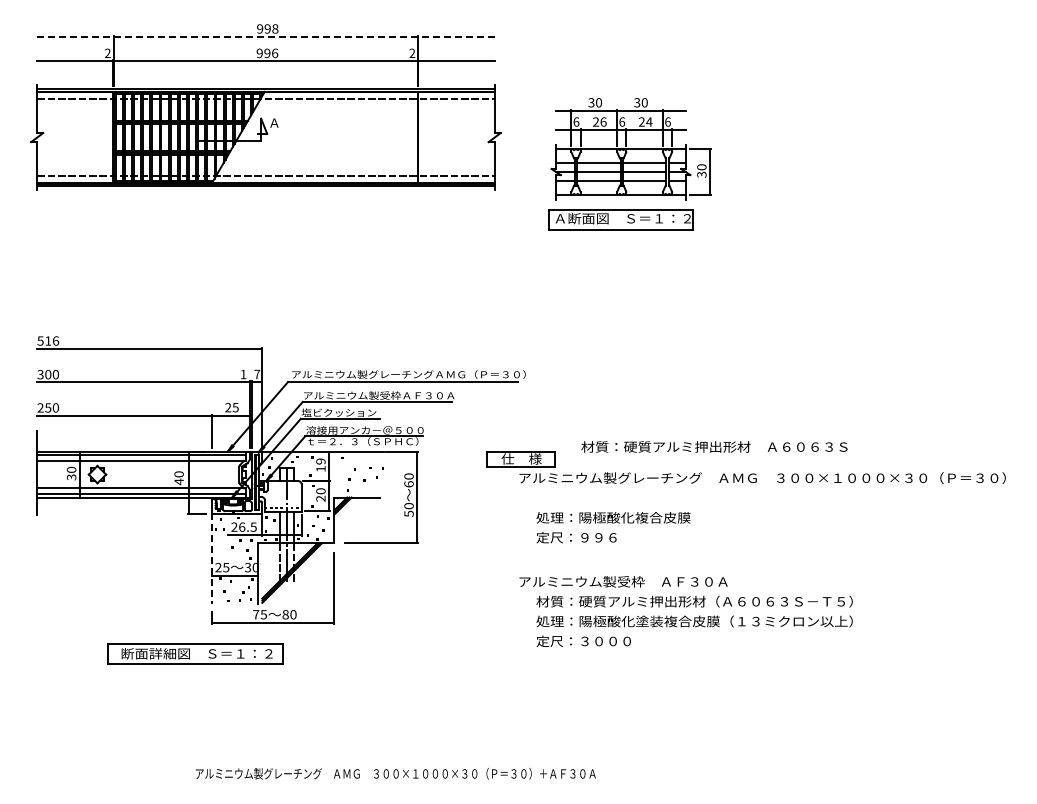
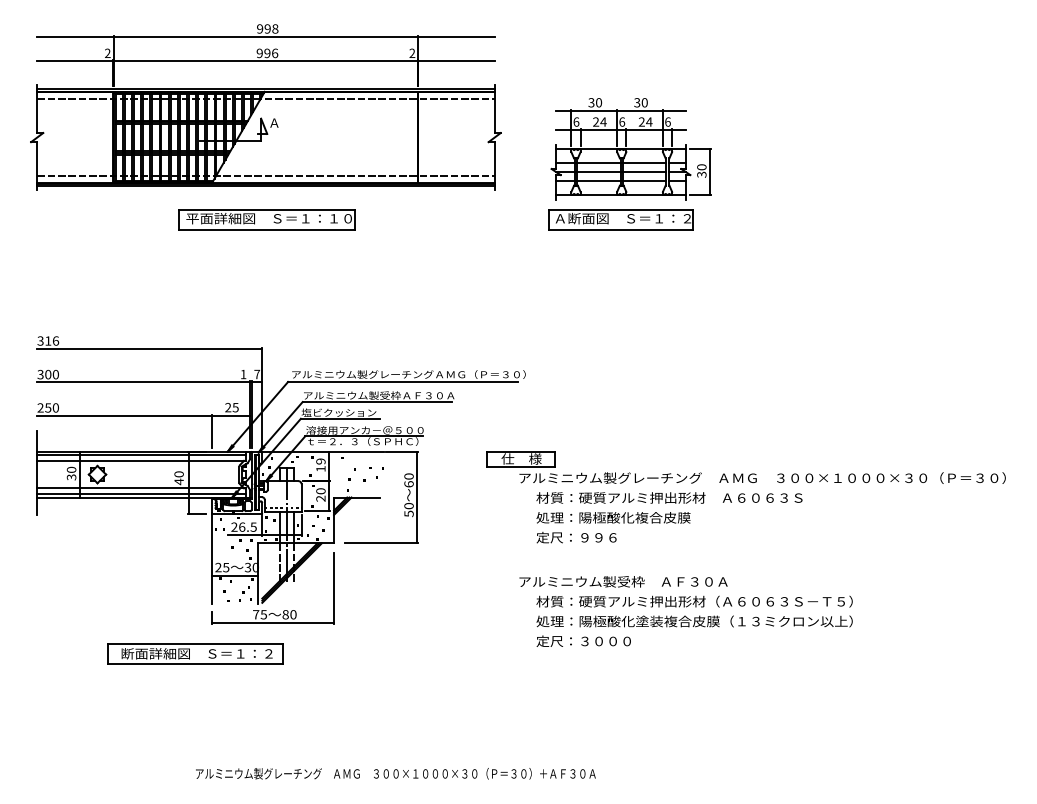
line at (265, 36): dashed -> solid
text at (603, 121): 26 -> 24
part at (266, 219): none -> present
text at (40, 340): 516 -> 316
text at (714, 446) position: (714, 446) -> (669, 497)
line at (211, 558): dashed -> solid
